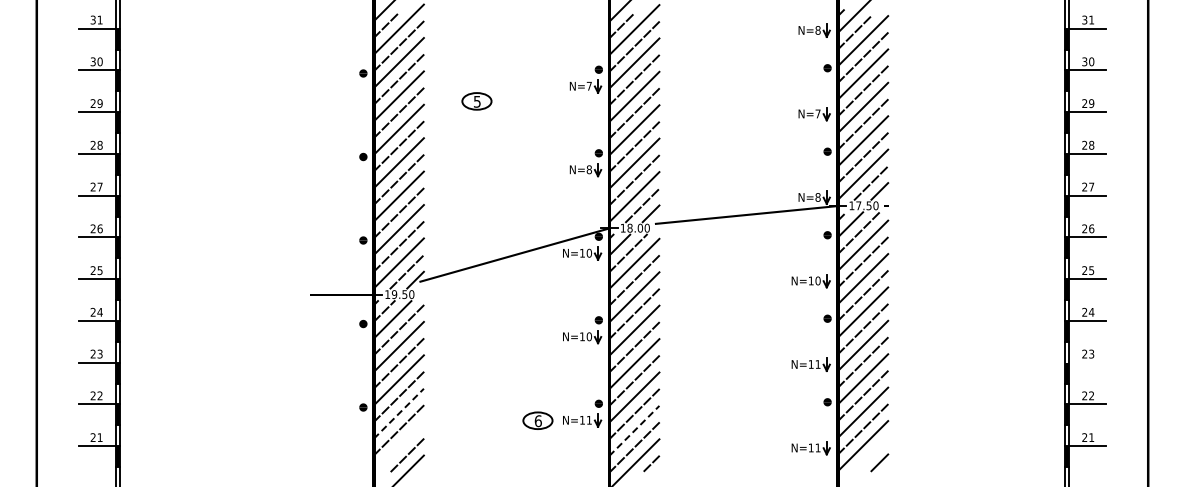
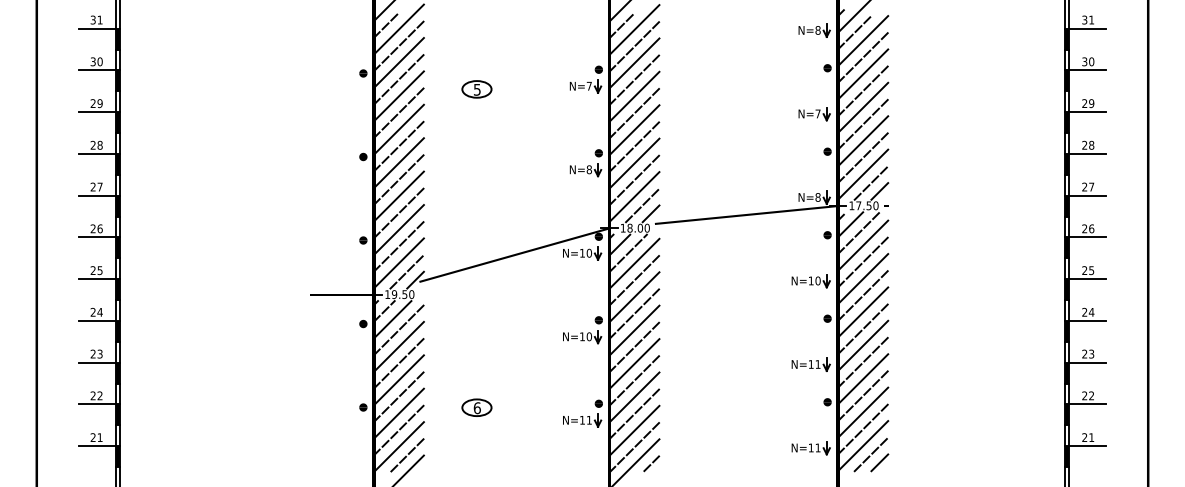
part at (476, 101) position: (476, 101) -> (476, 89)
line at (1085, 362): none -> present
line at (399, 413): dashed -> solid
part at (537, 420) position: (537, 420) -> (476, 407)
line at (634, 430): dashed -> solid
line at (398, 447): none -> present
line at (869, 455): none -> present
